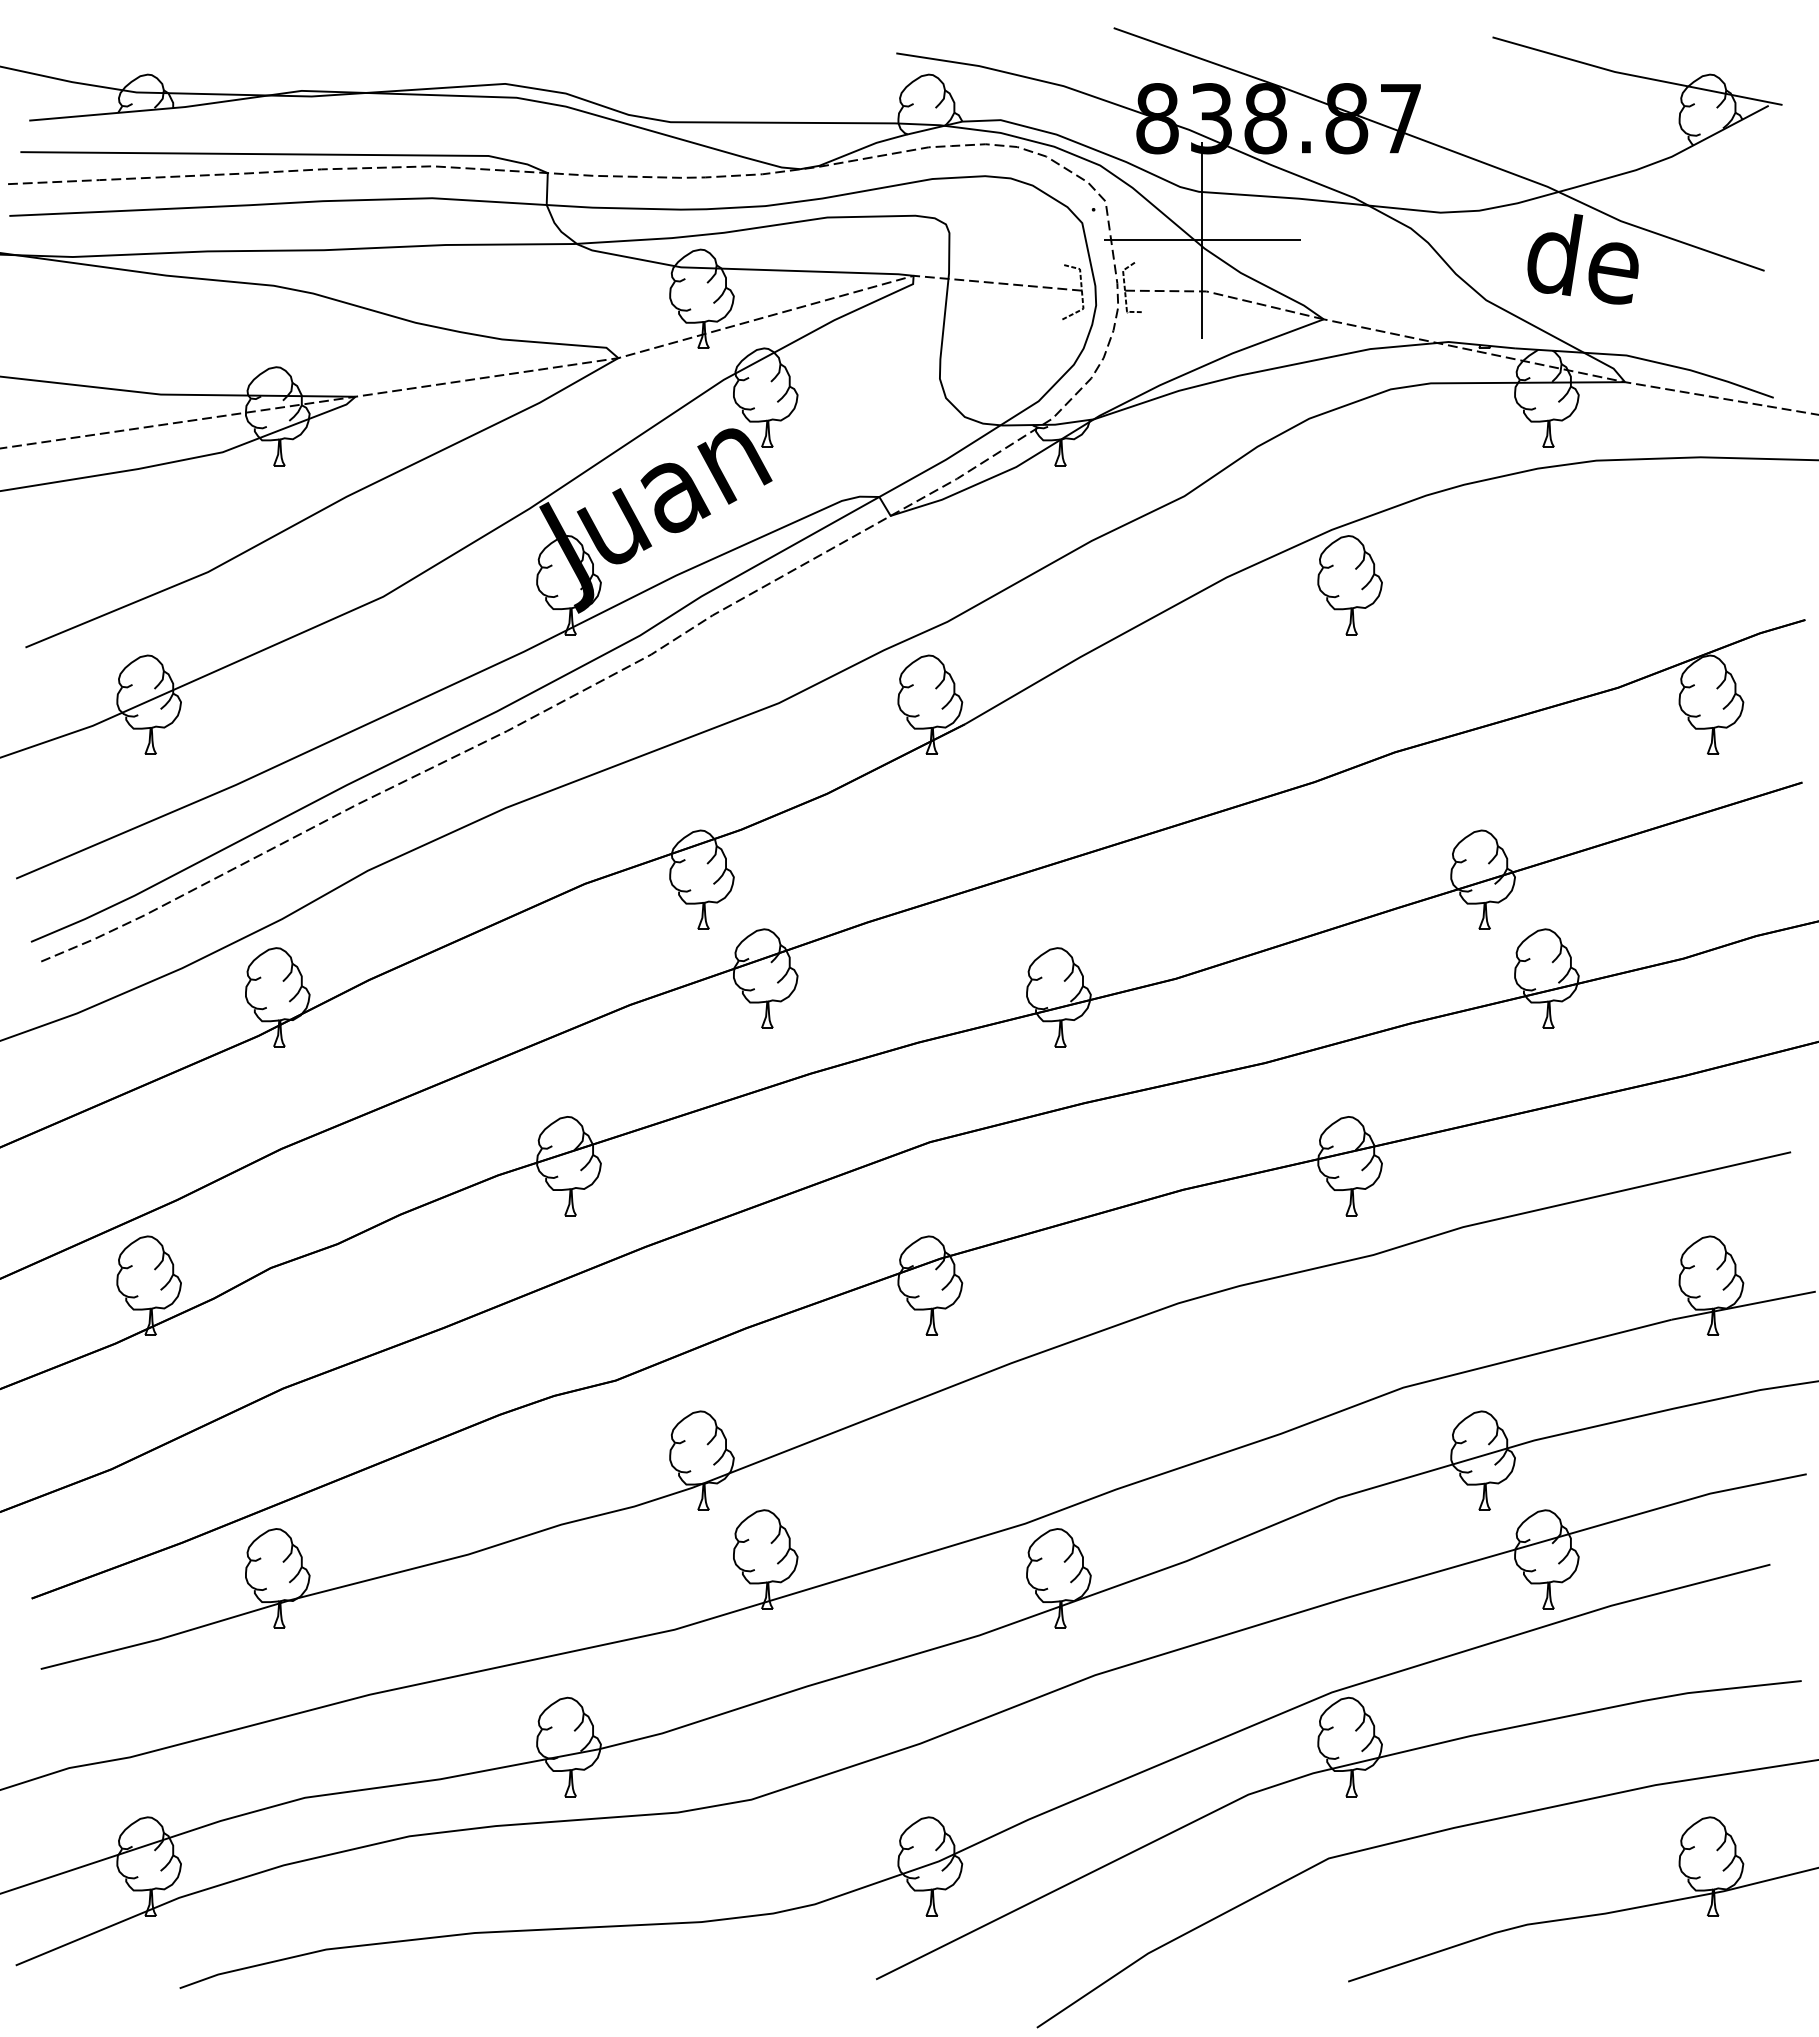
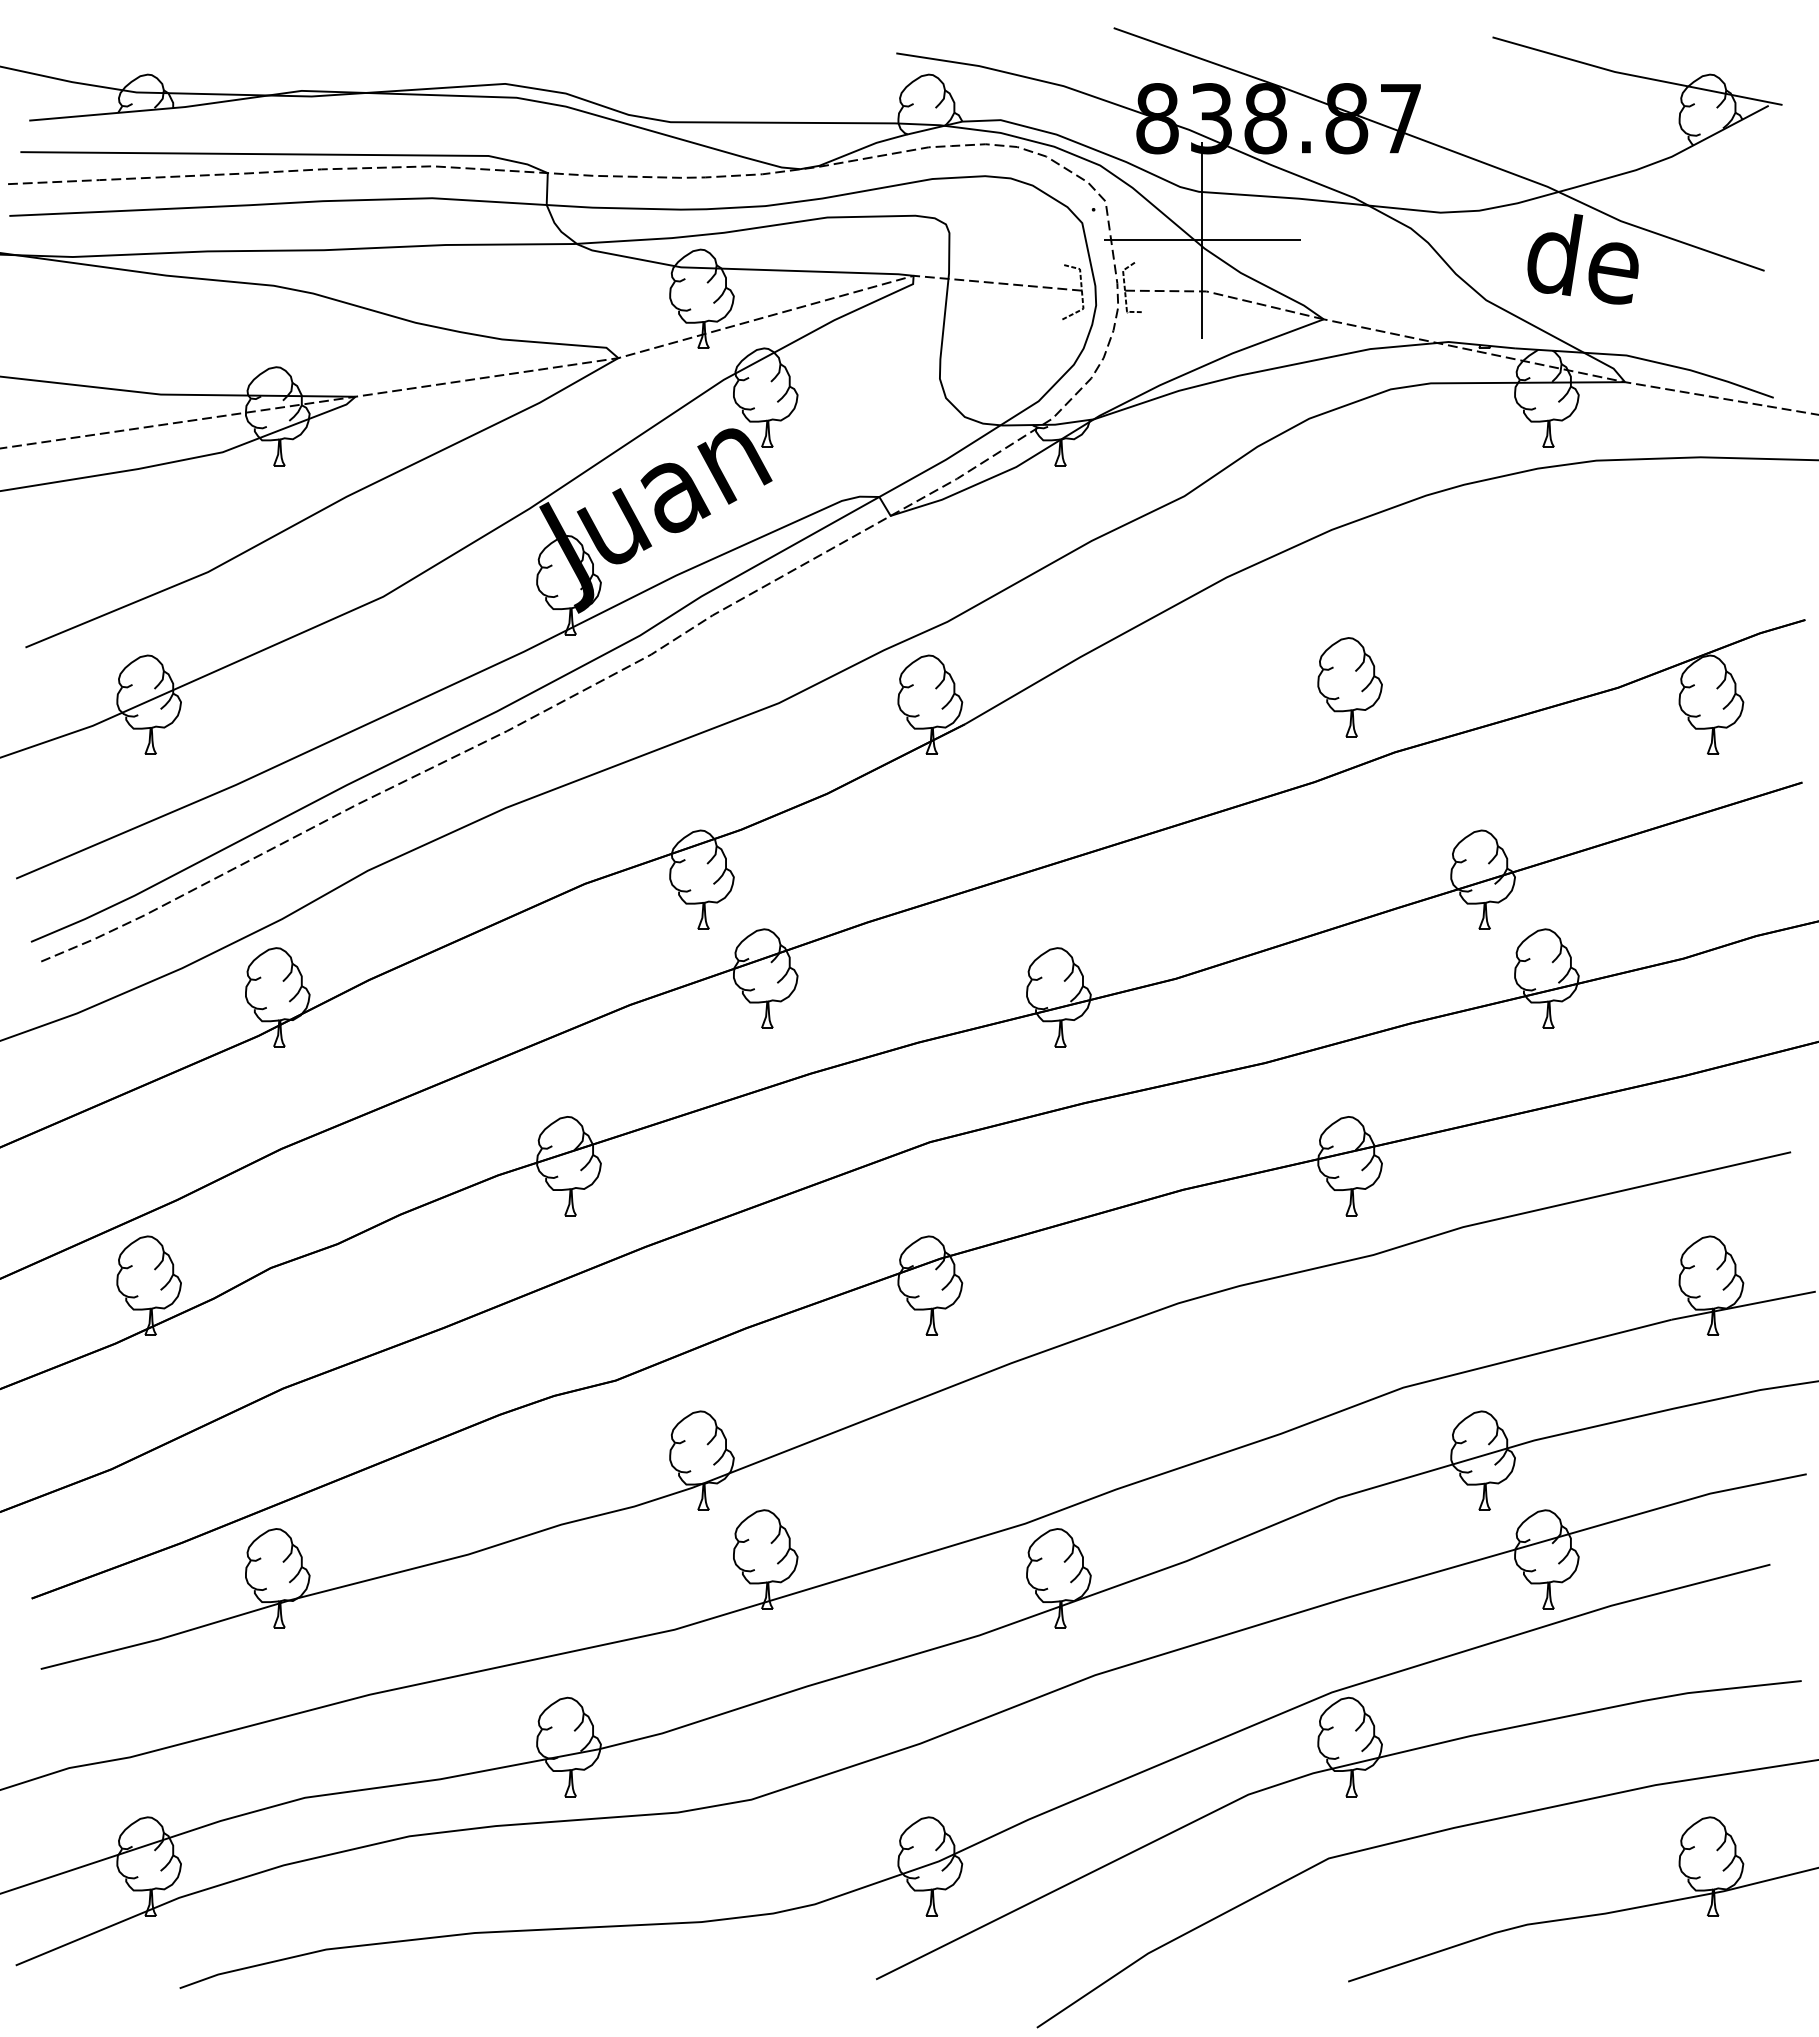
part at (1349, 585) position: (1349, 585) -> (1349, 687)
